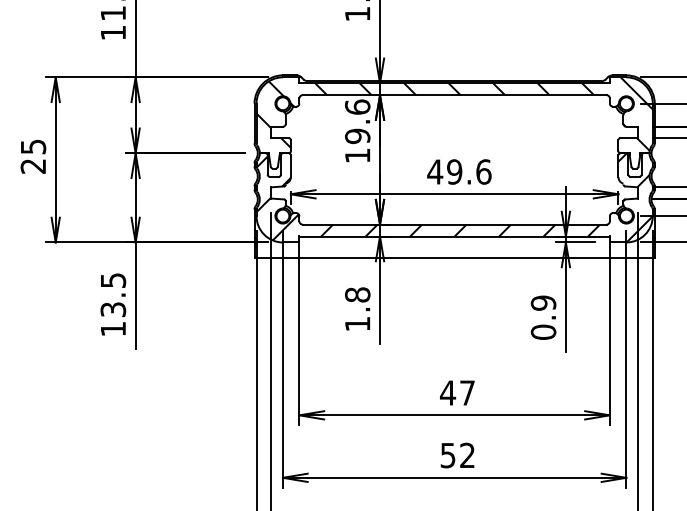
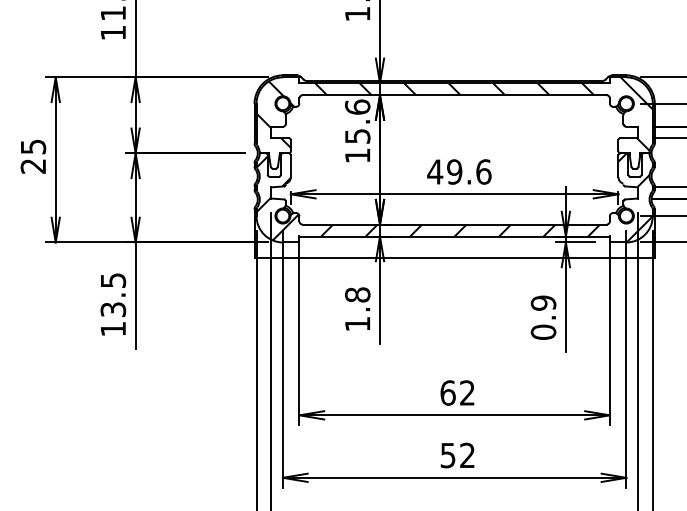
text at (357, 136): 19.6 -> 15.6
text at (457, 392): 47 -> 62
